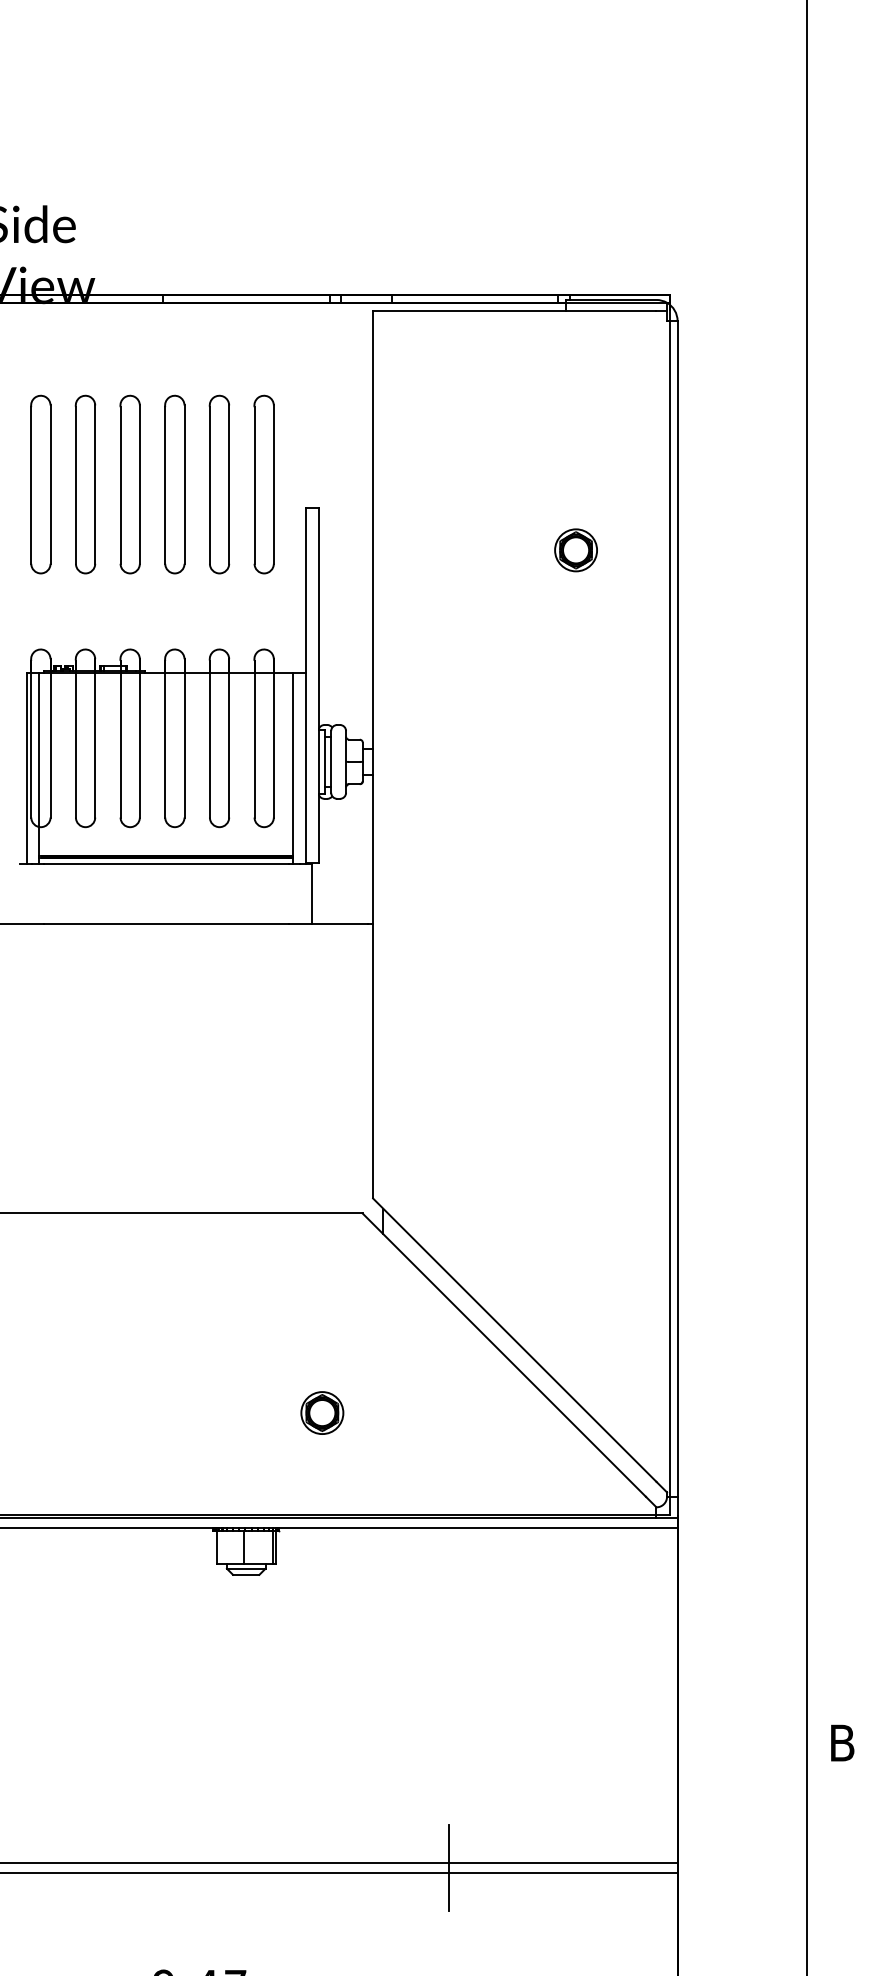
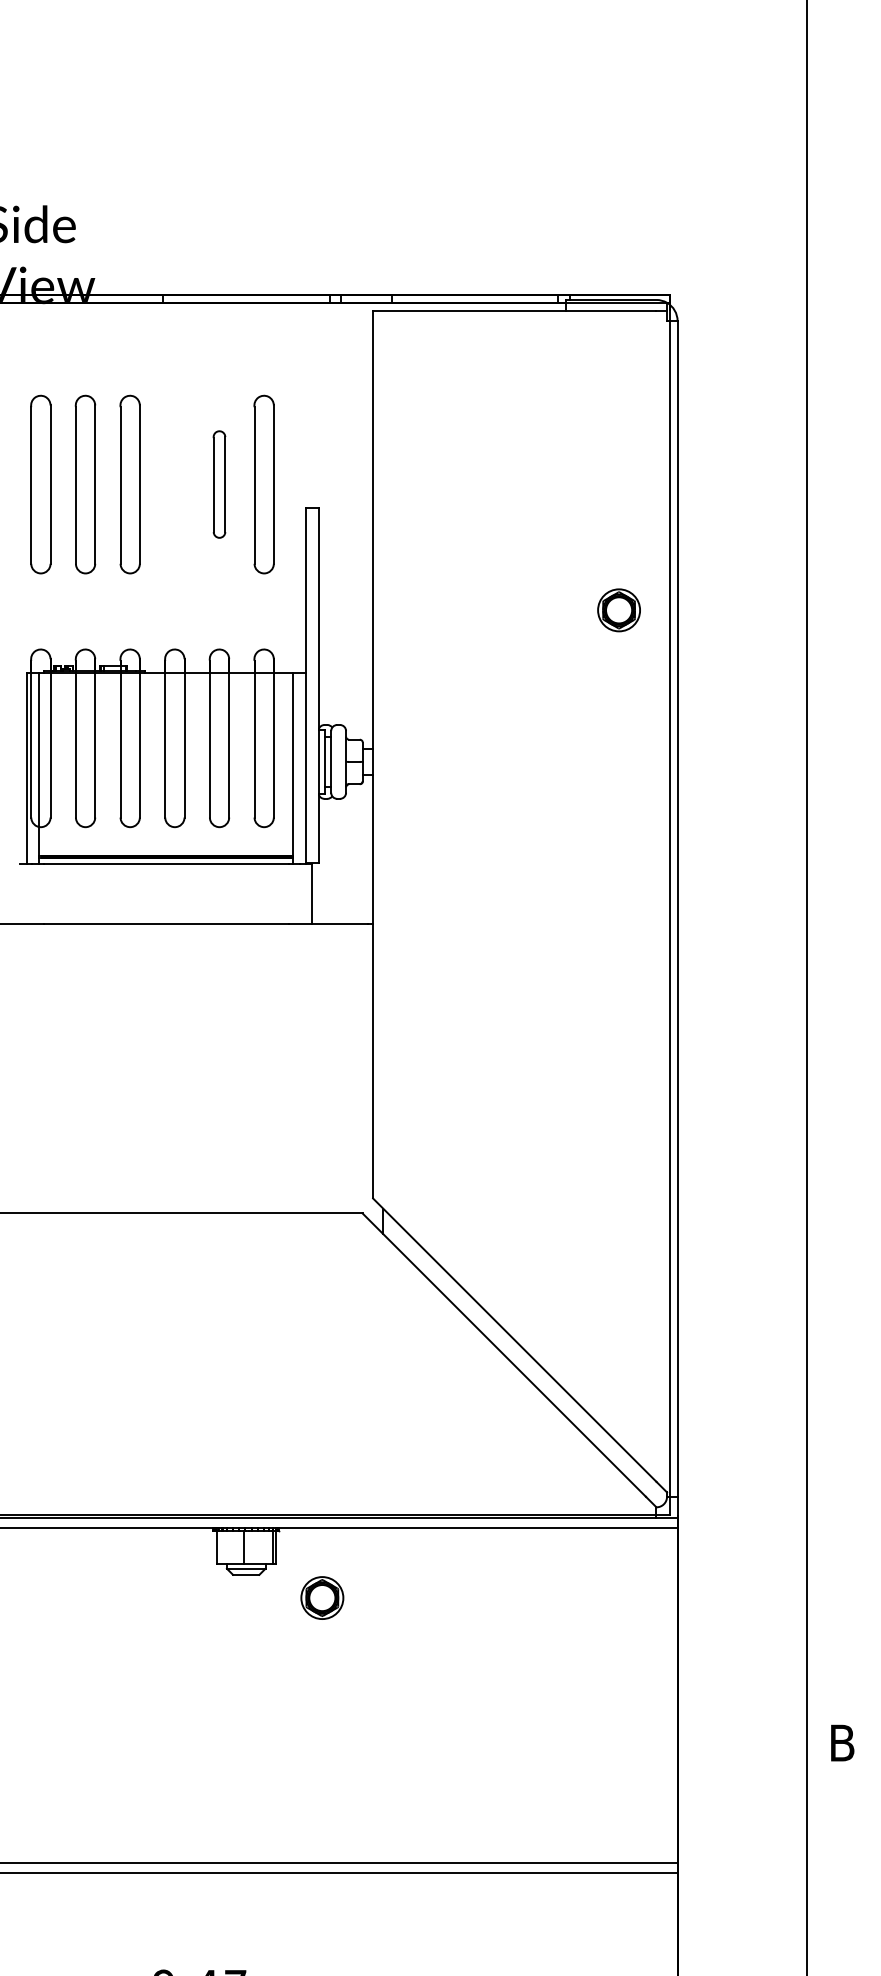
part at (174, 484): present -> none
part at (219, 484) size: 23x181 px -> 15x109 px
part at (575, 550) position: (575, 550) -> (618, 610)
part at (322, 1412) position: (322, 1412) -> (322, 1597)
line at (449, 1867): present -> none
